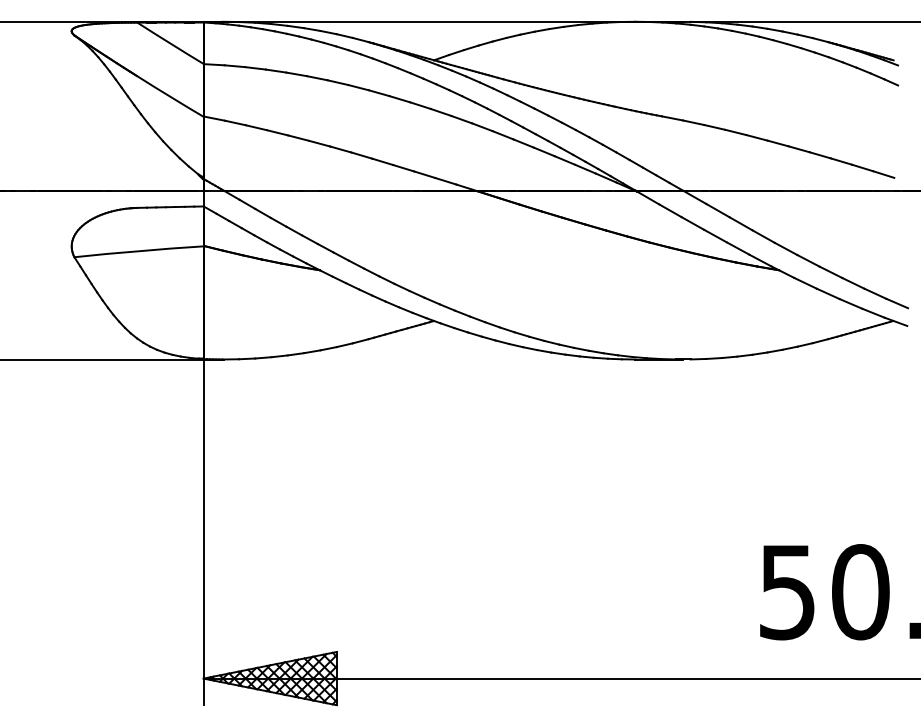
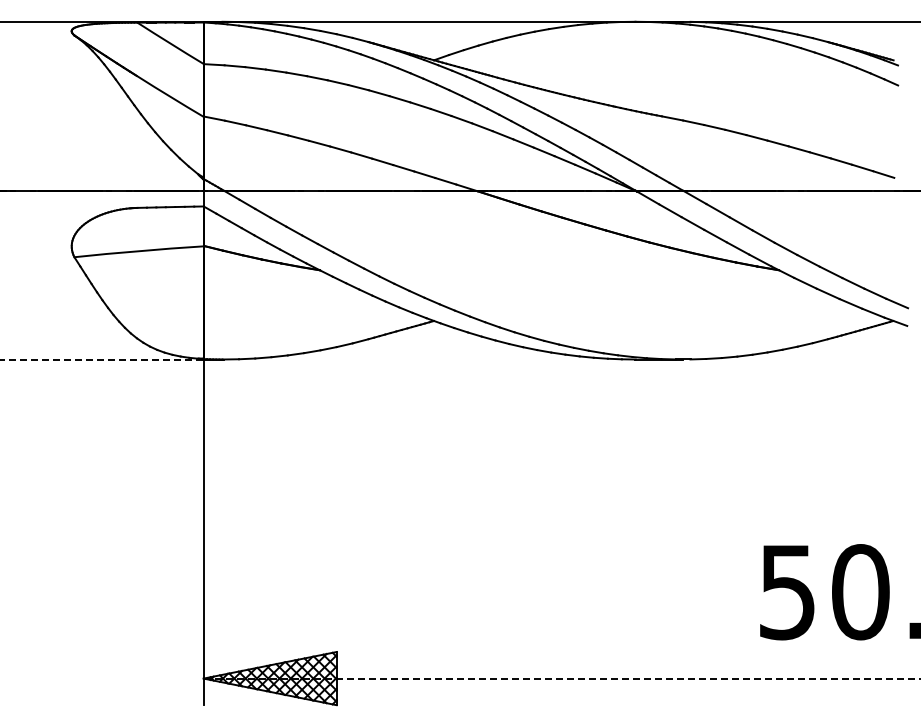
line at (102, 359): solid -> dashed
line at (562, 678): solid -> dashed
